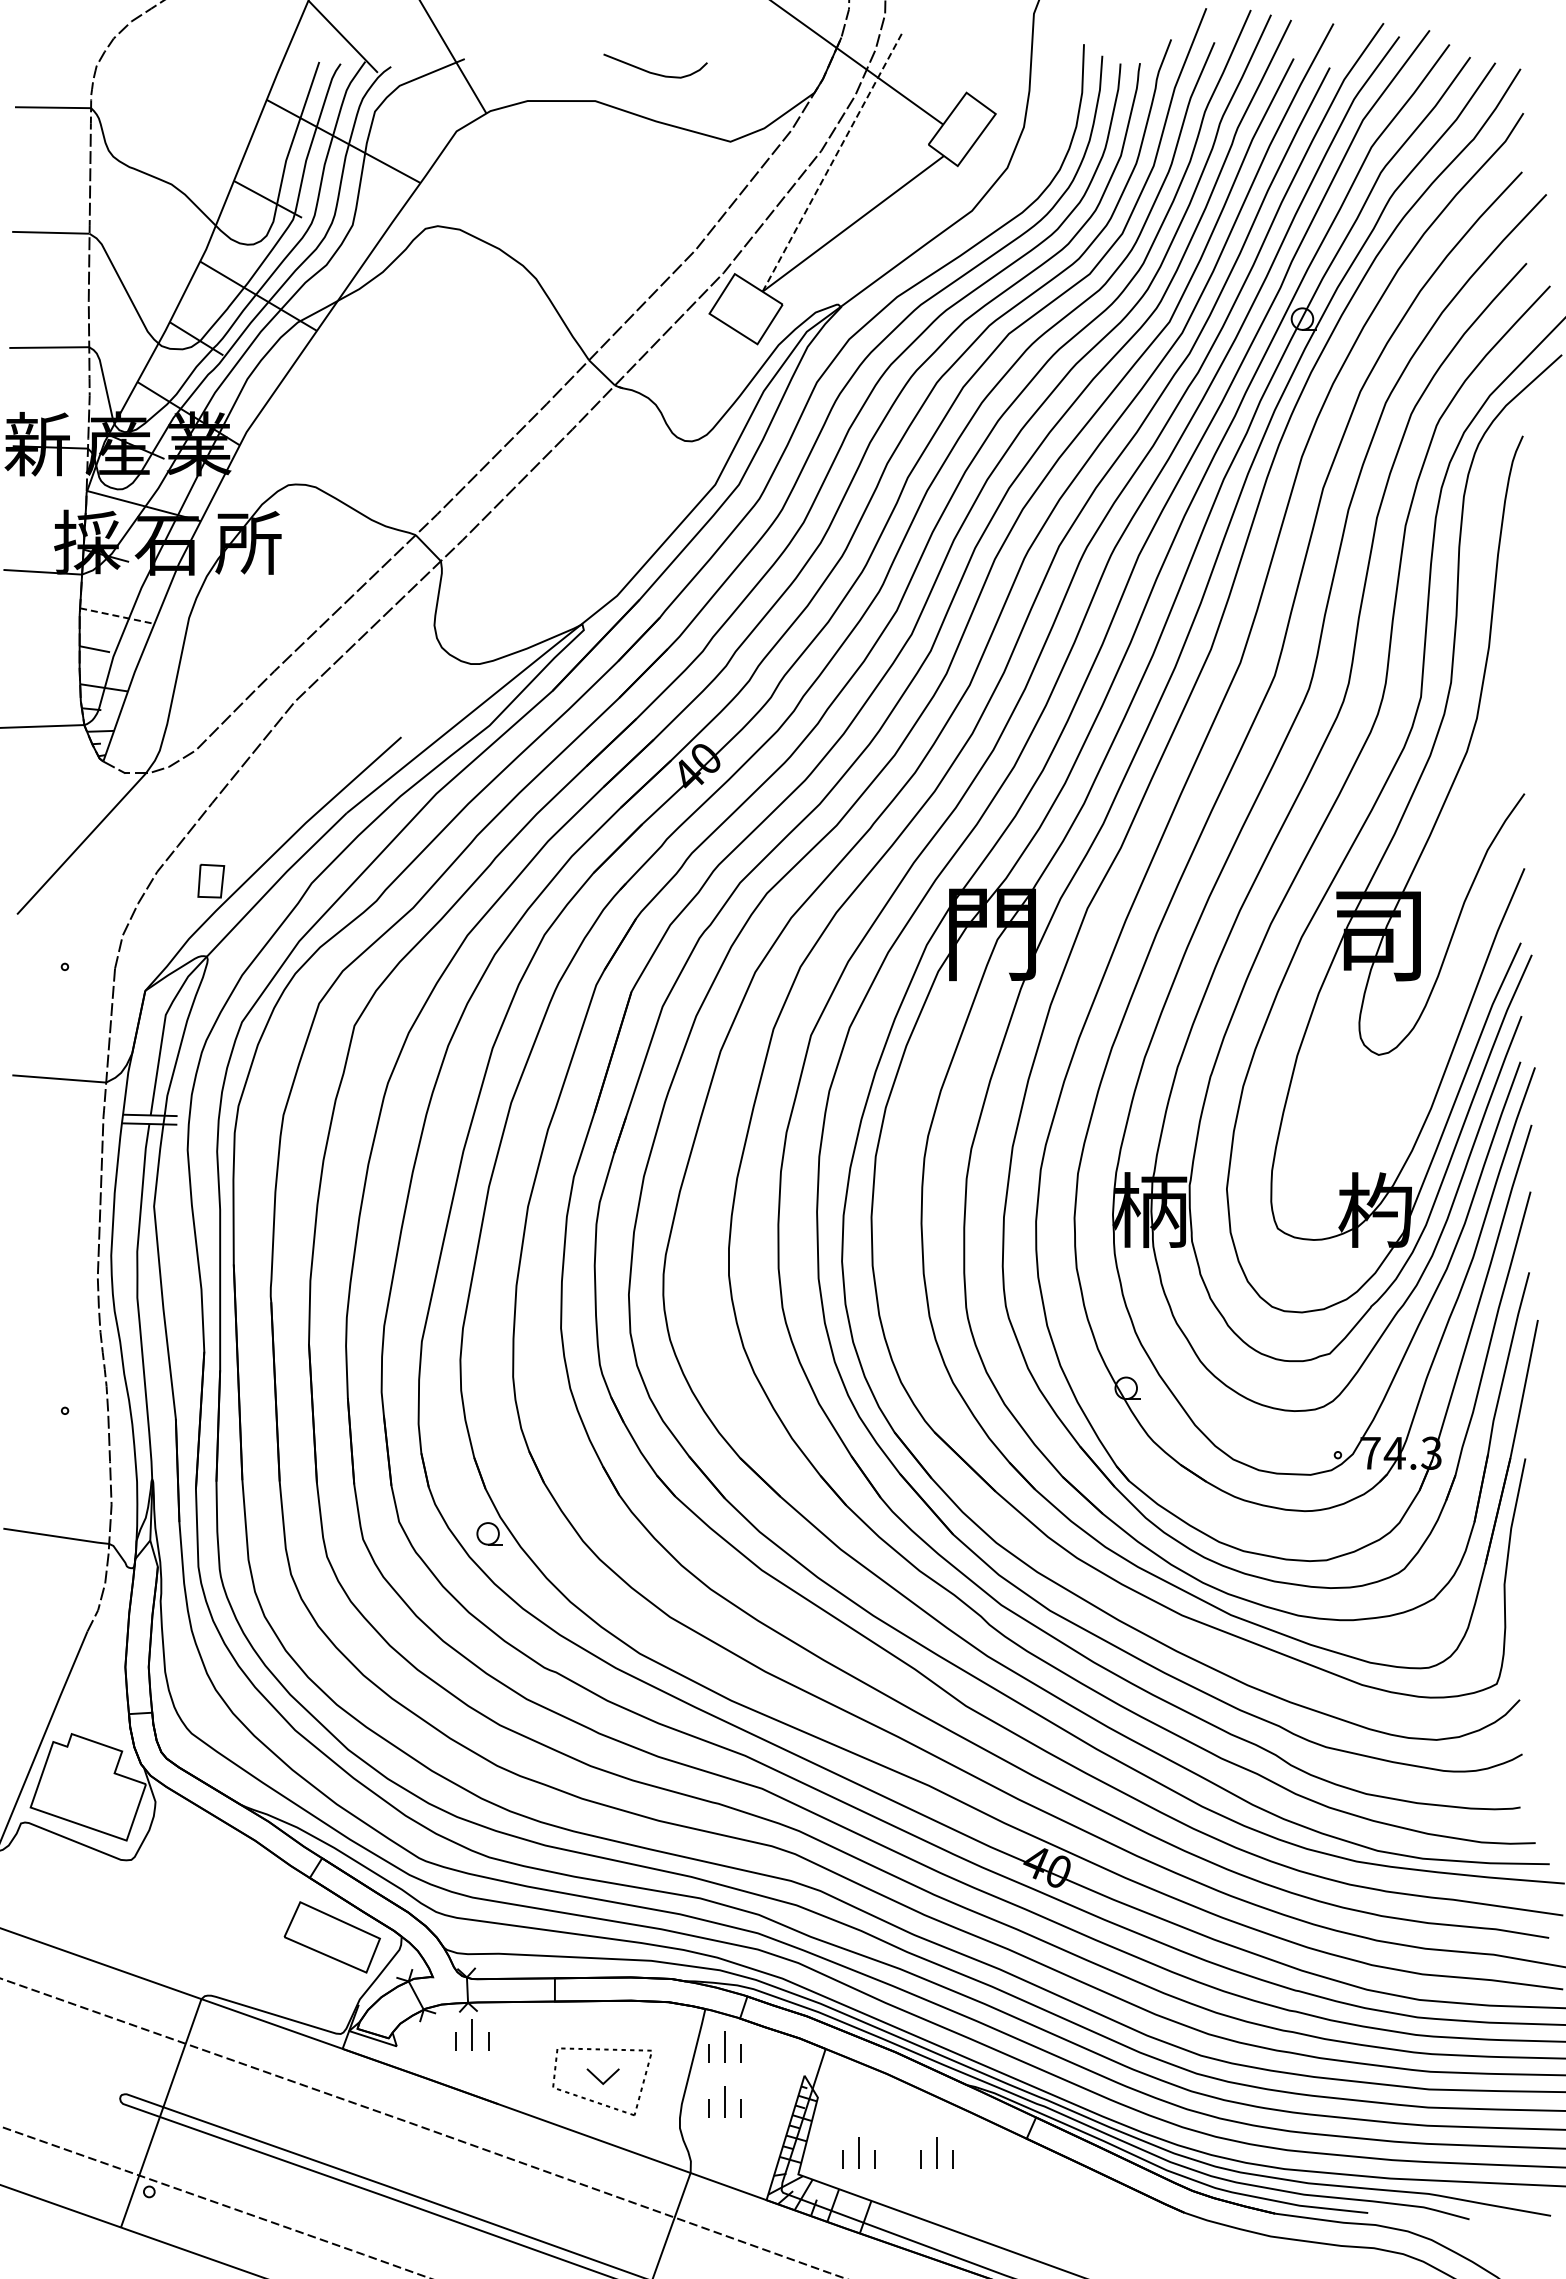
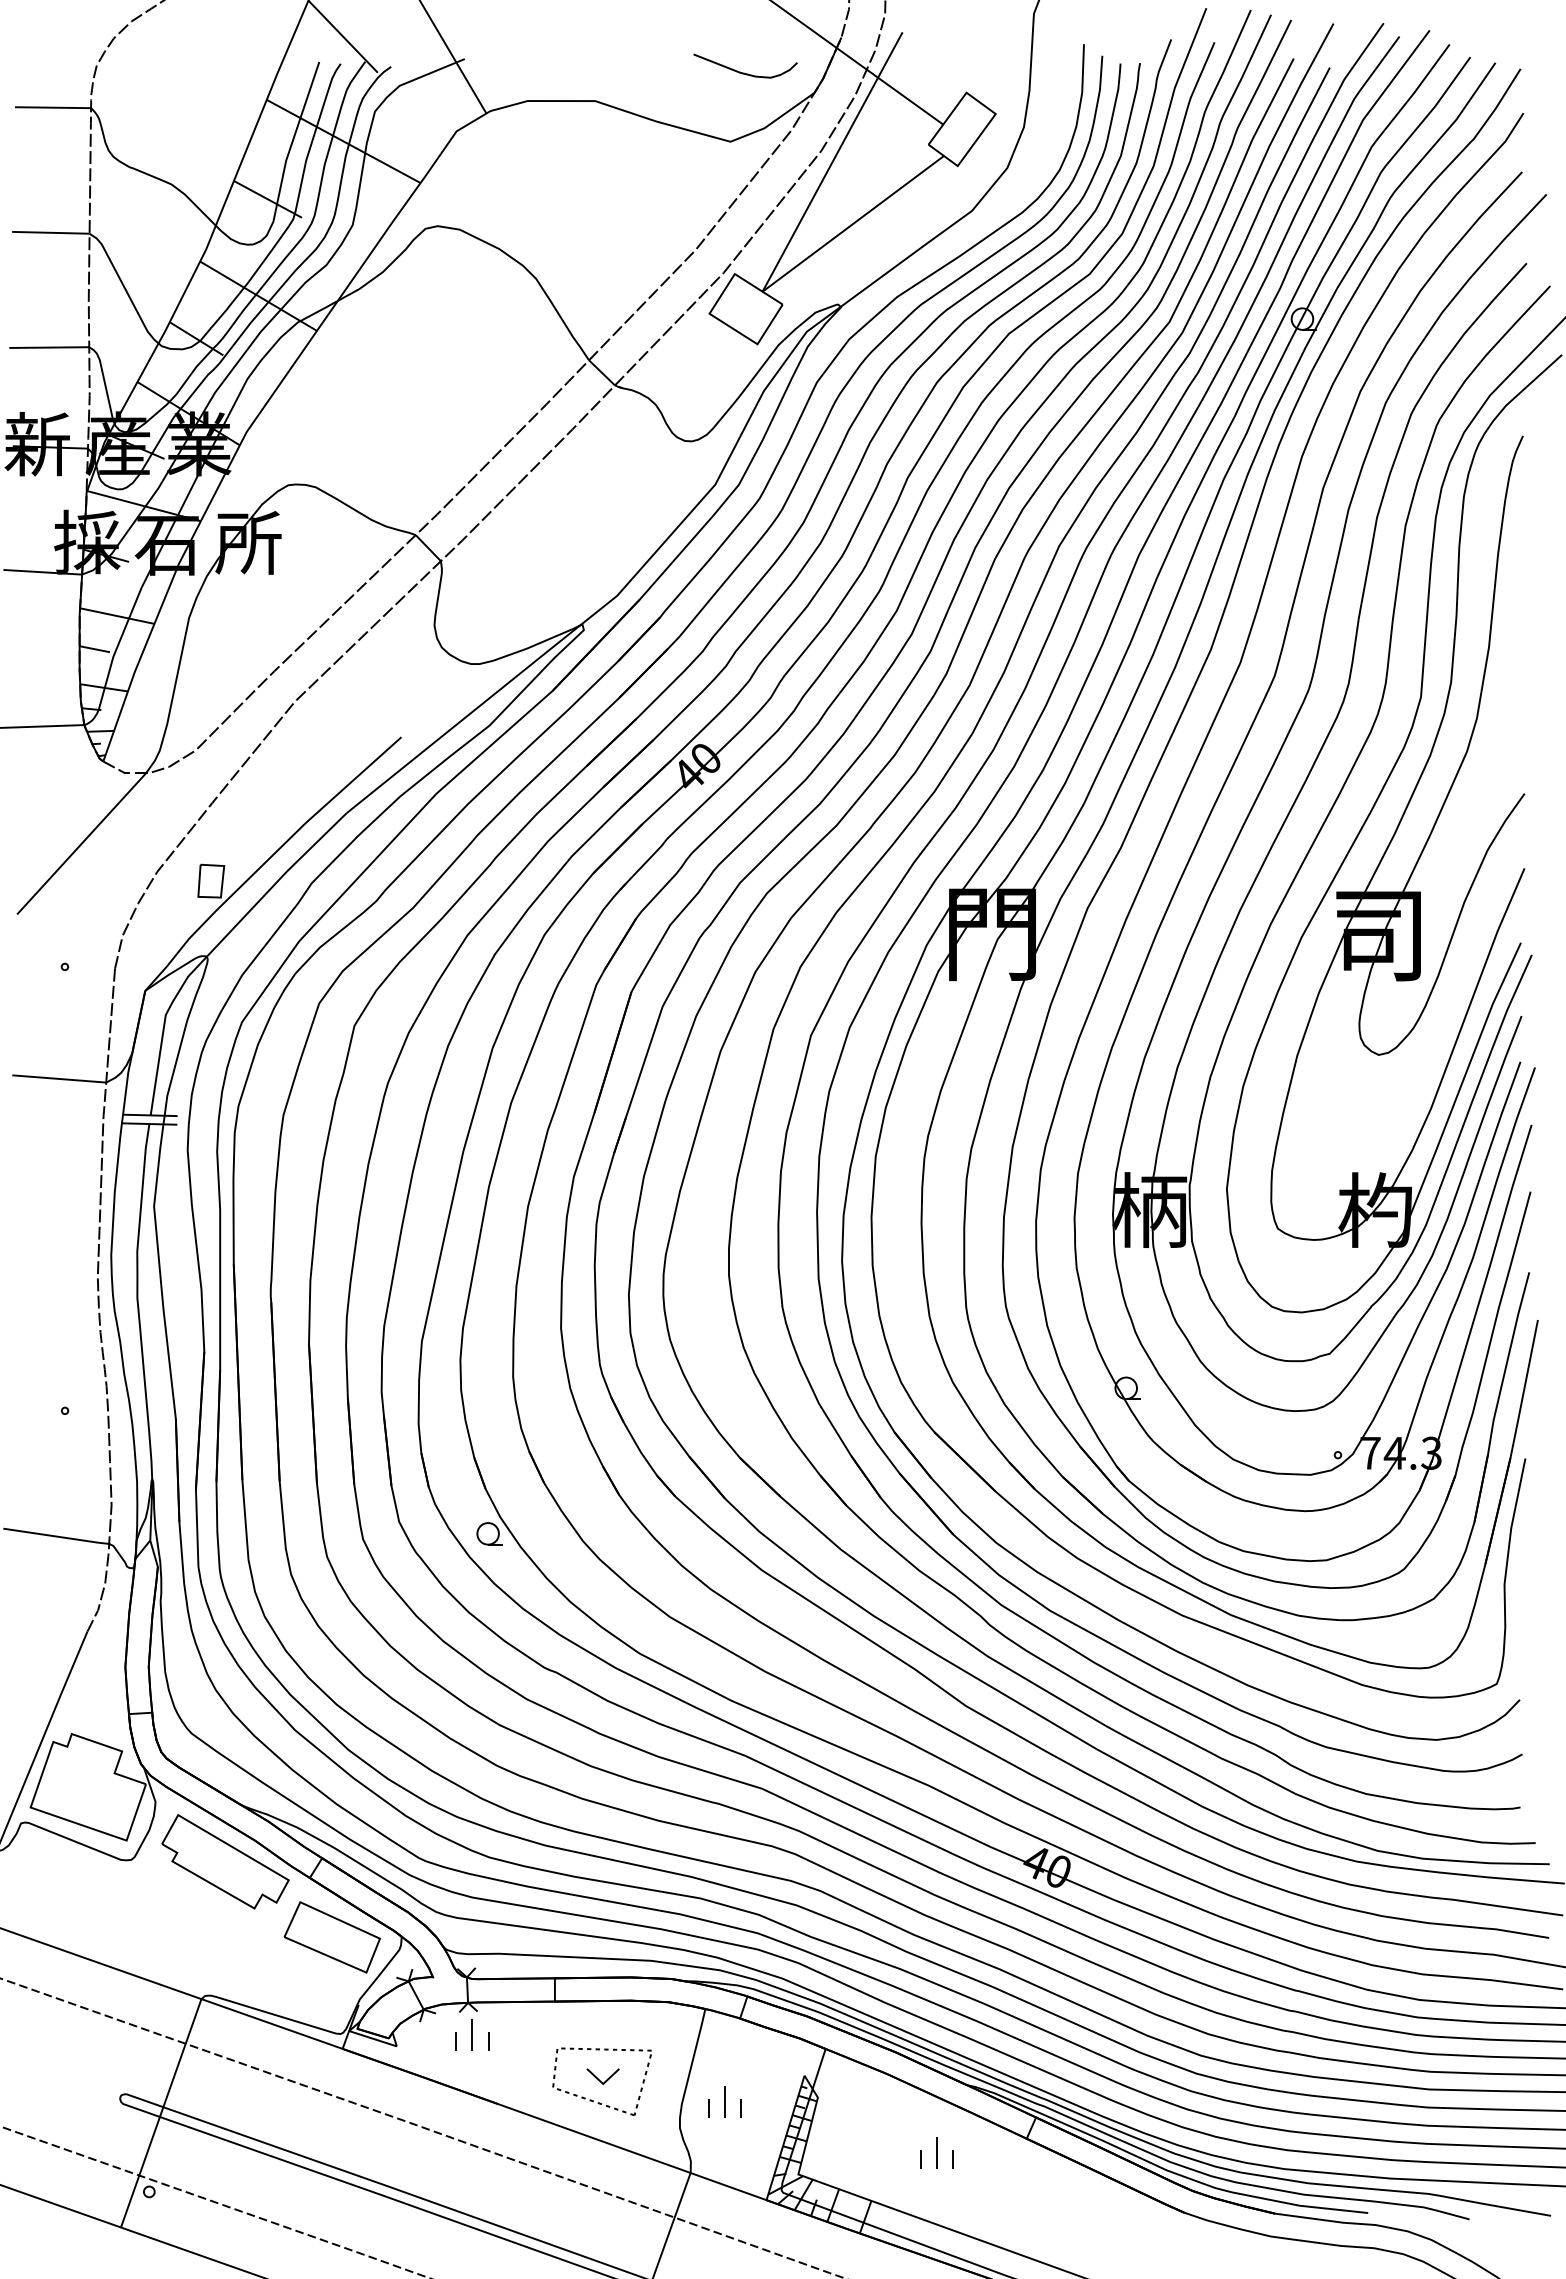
curve at (654, 72) position: (654, 72) -> (744, 72)
line at (833, 161): dashed -> solid
line at (117, 616): dashed -> solid
part at (225, 1861): none -> present
part at (724, 2046): present -> none
part at (858, 2152): present -> none
